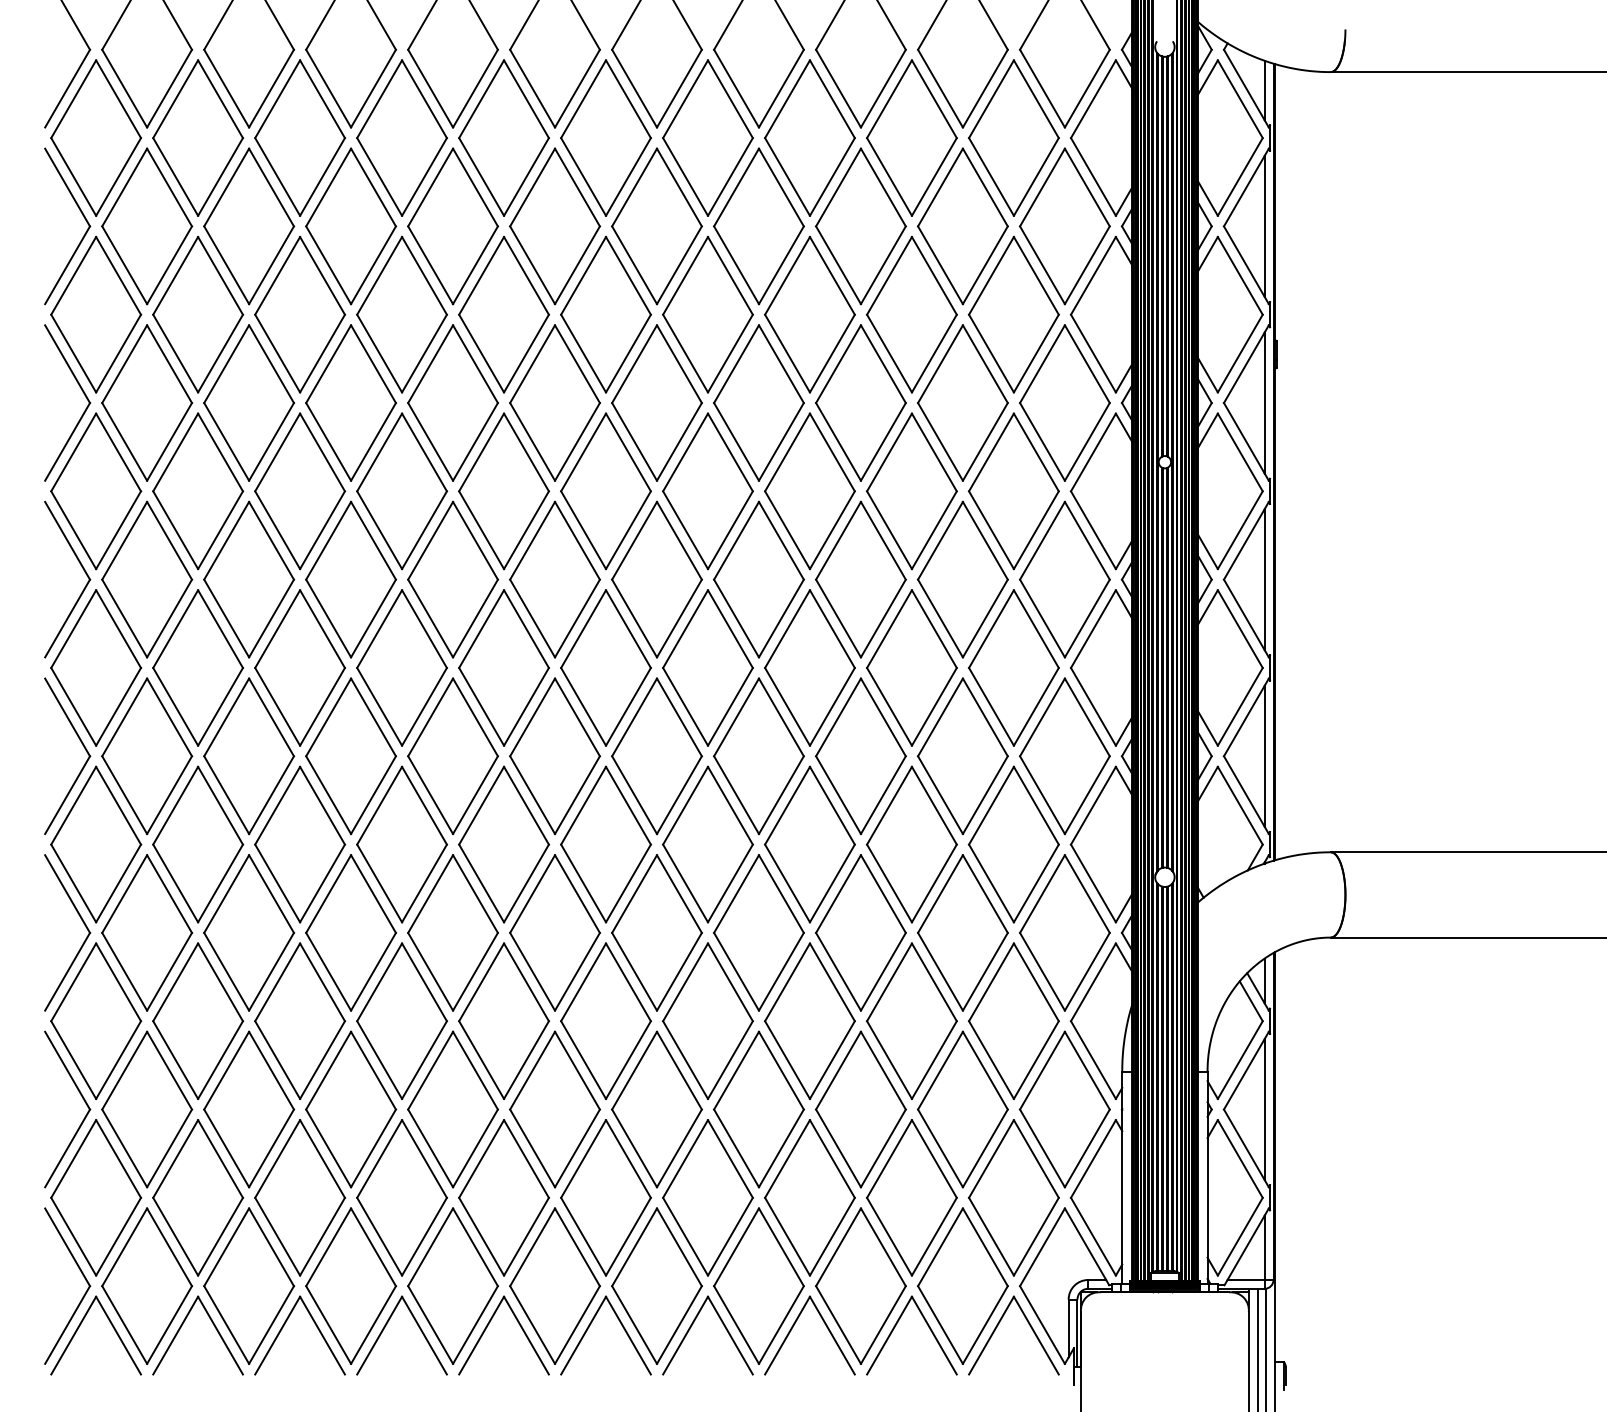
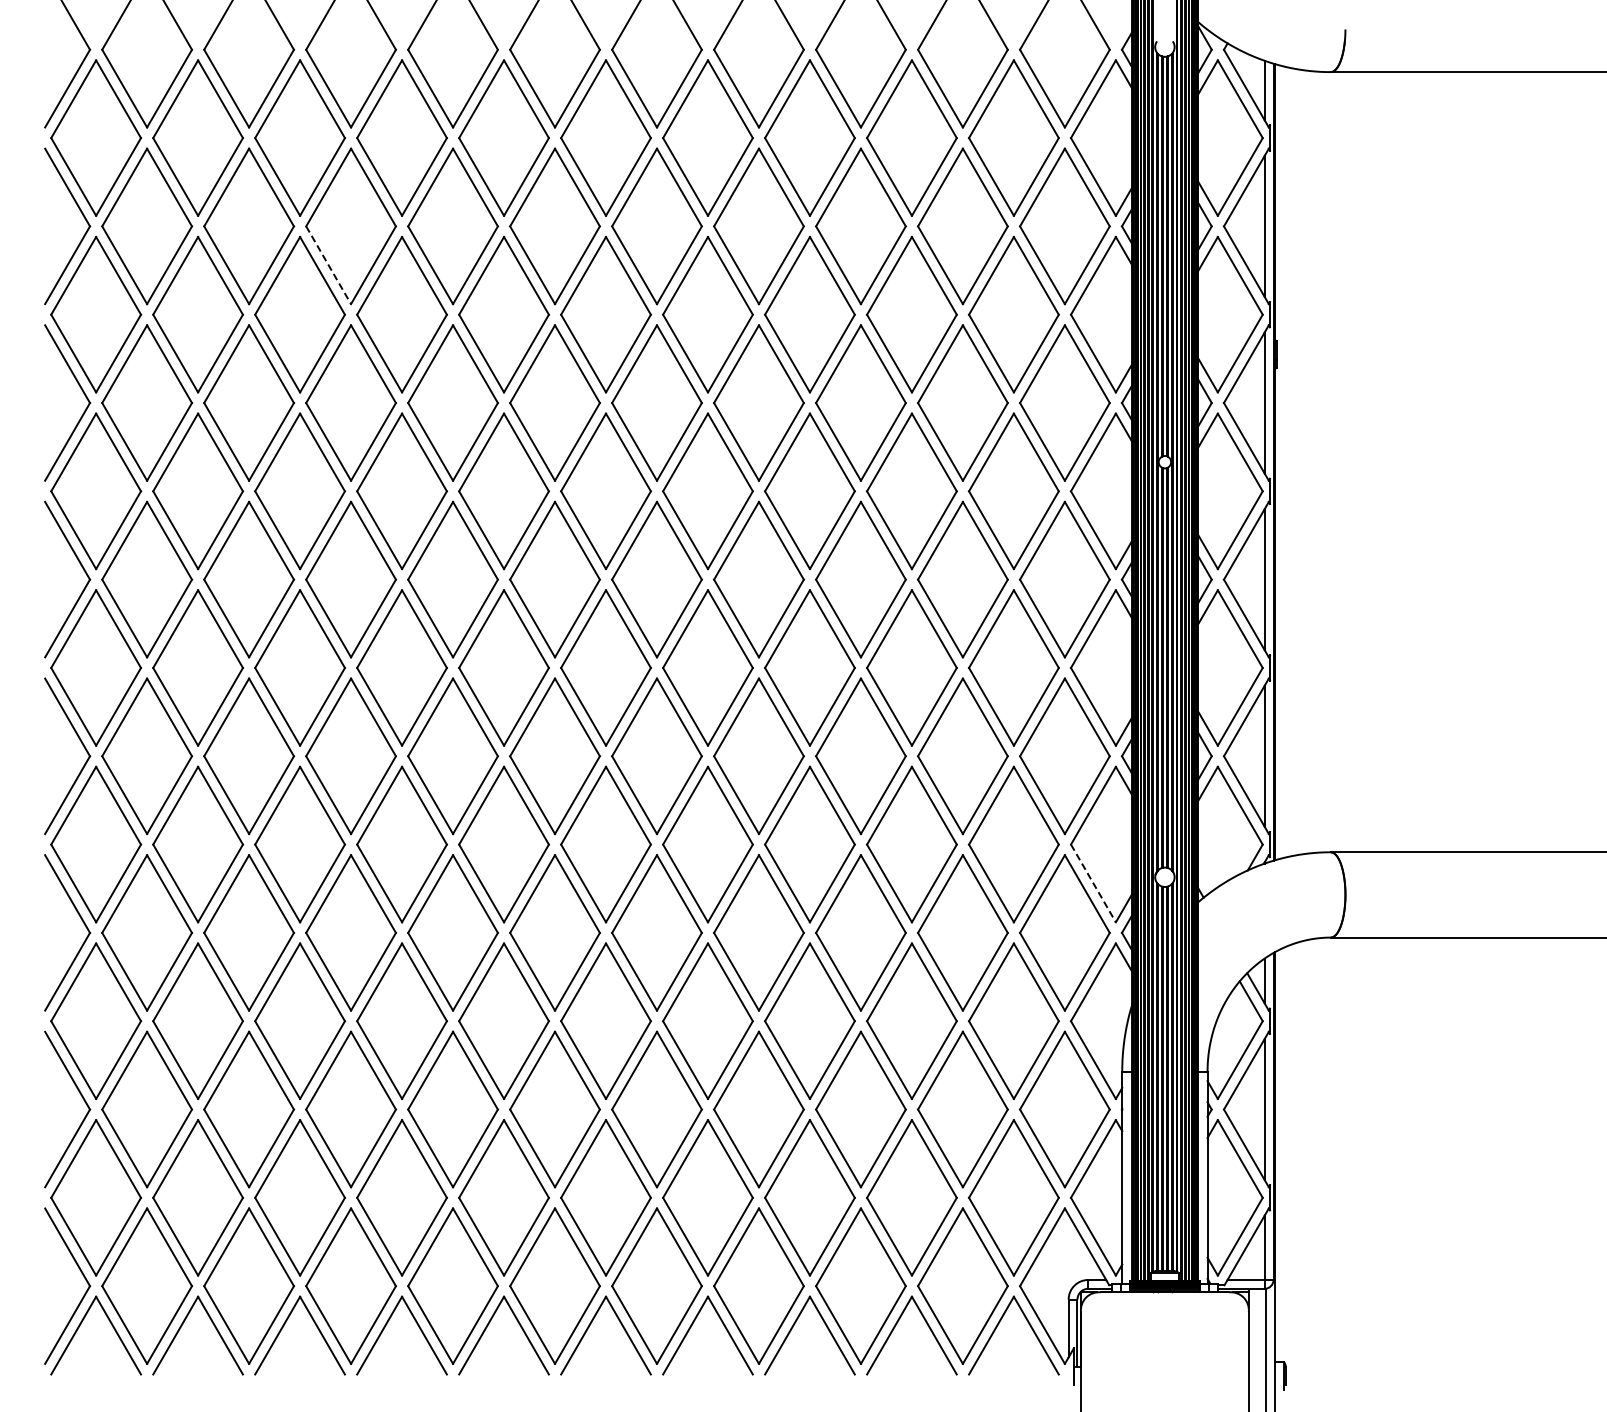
line at (328, 265): solid -> dashed
line at (1093, 883): solid -> dashed
line at (1257, 1348): present -> none
